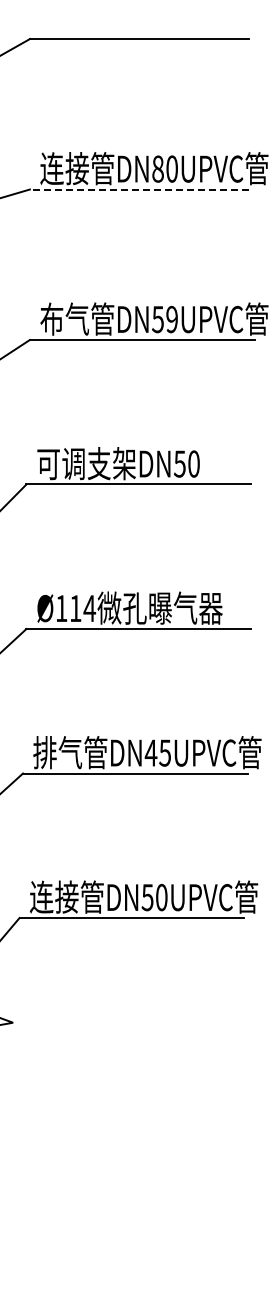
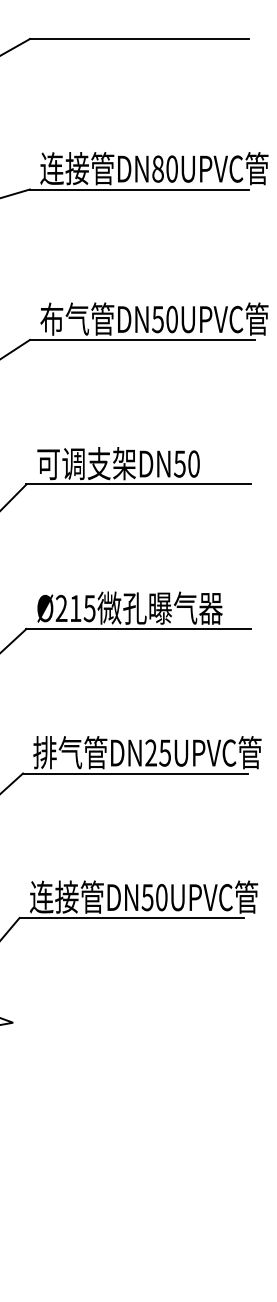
line at (139, 189): dashed -> solid
text at (171, 319): DN59UPVC -> DN50UPVC
text at (75, 608): Ø114 -> Ø215
text at (150, 752): DN45UPVC -> DN25UPVC
